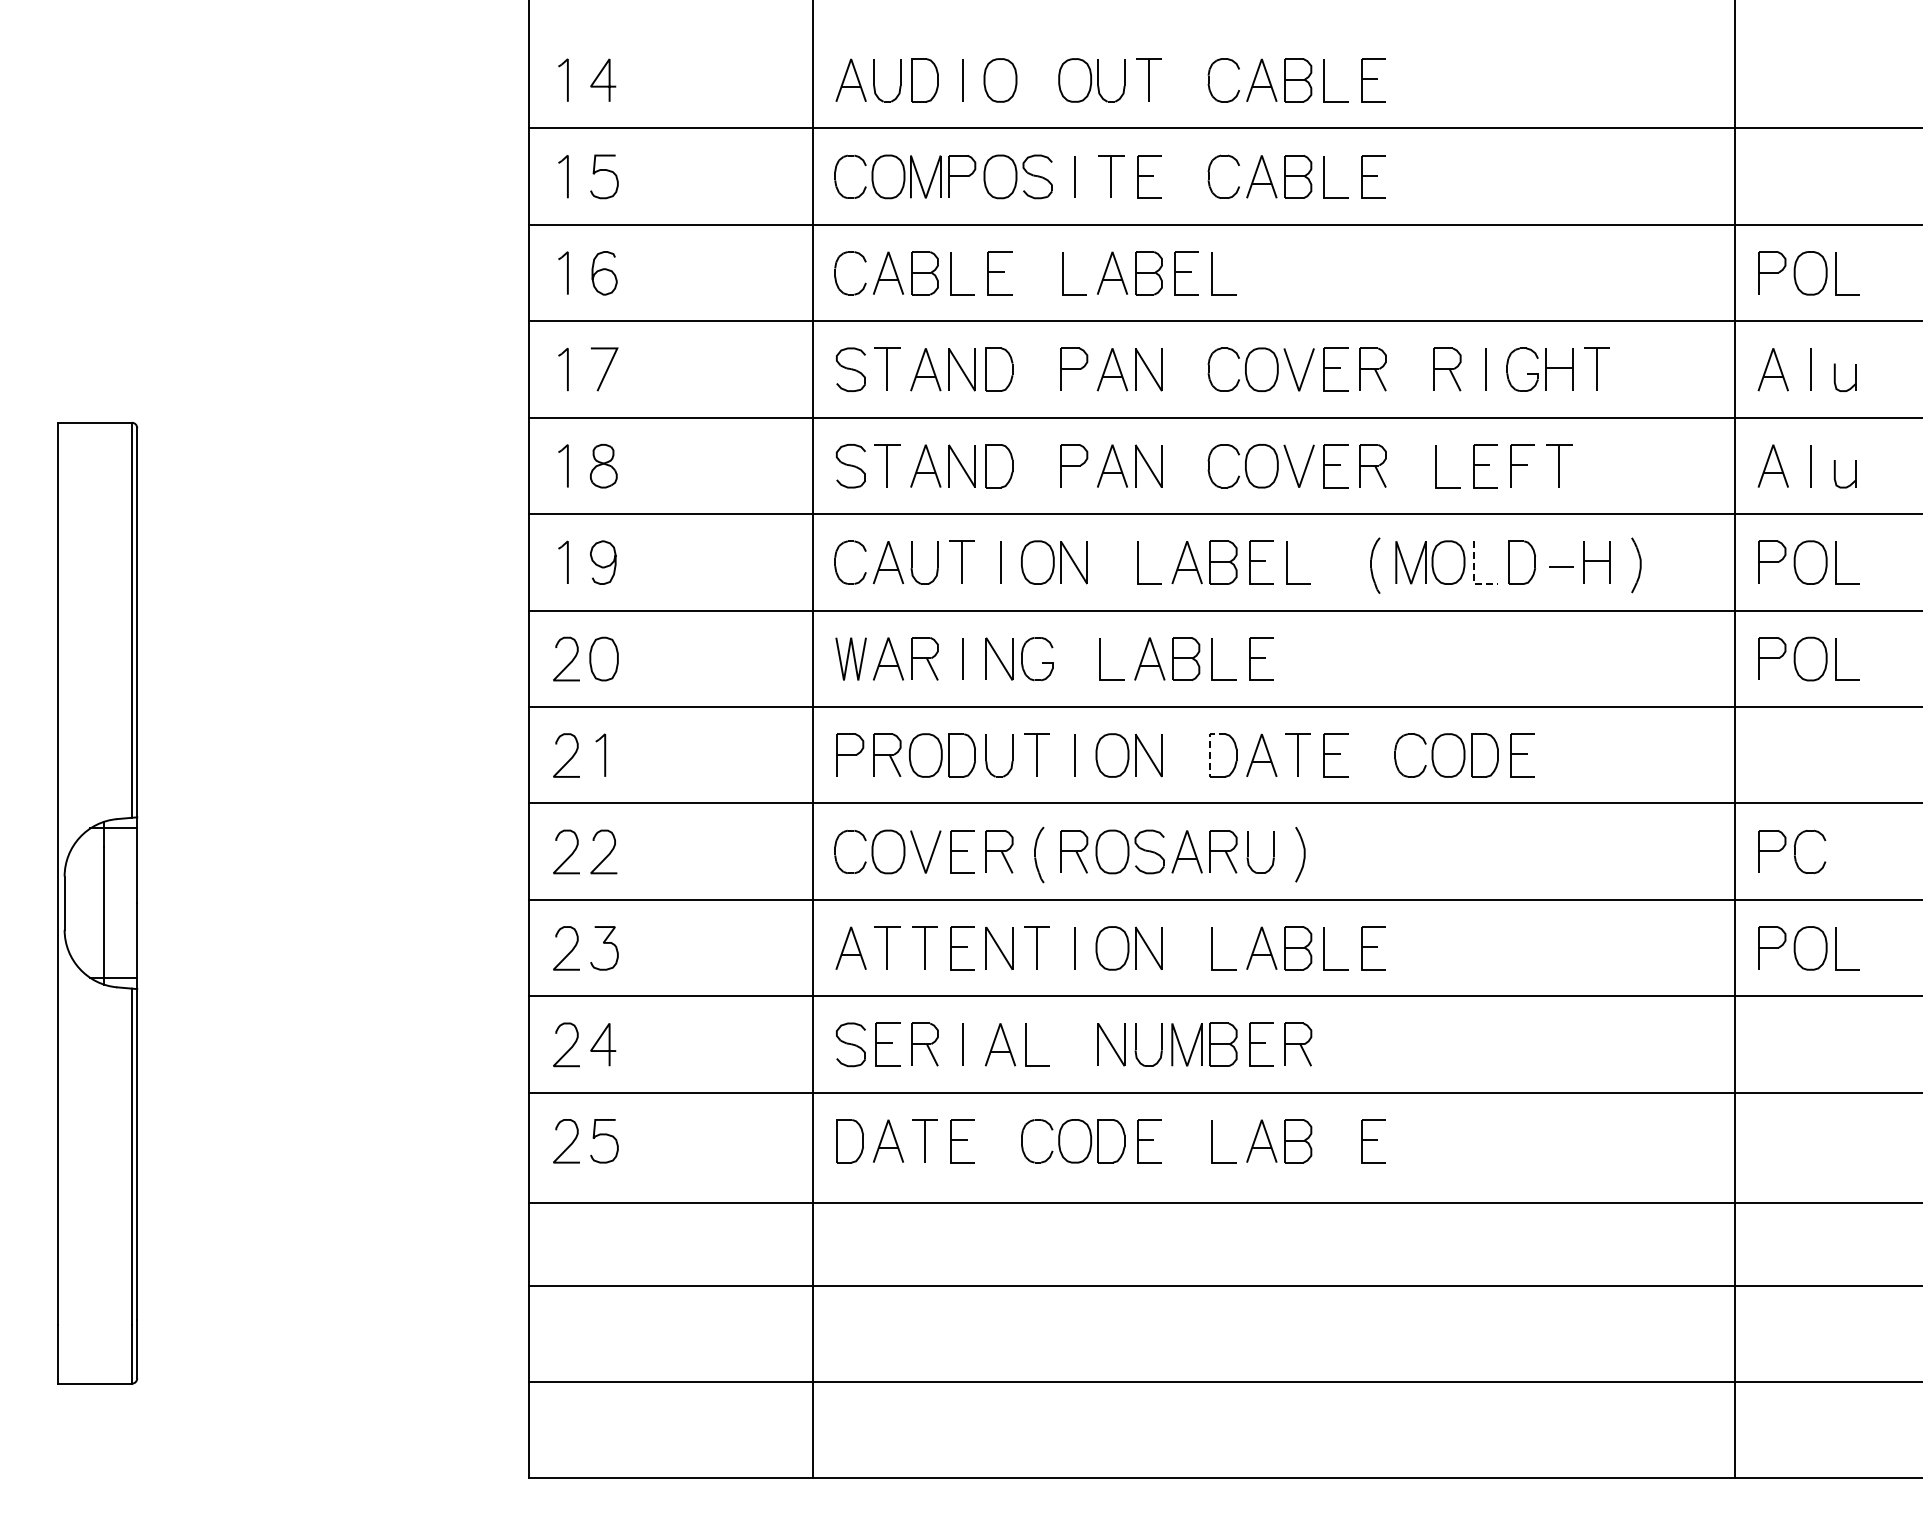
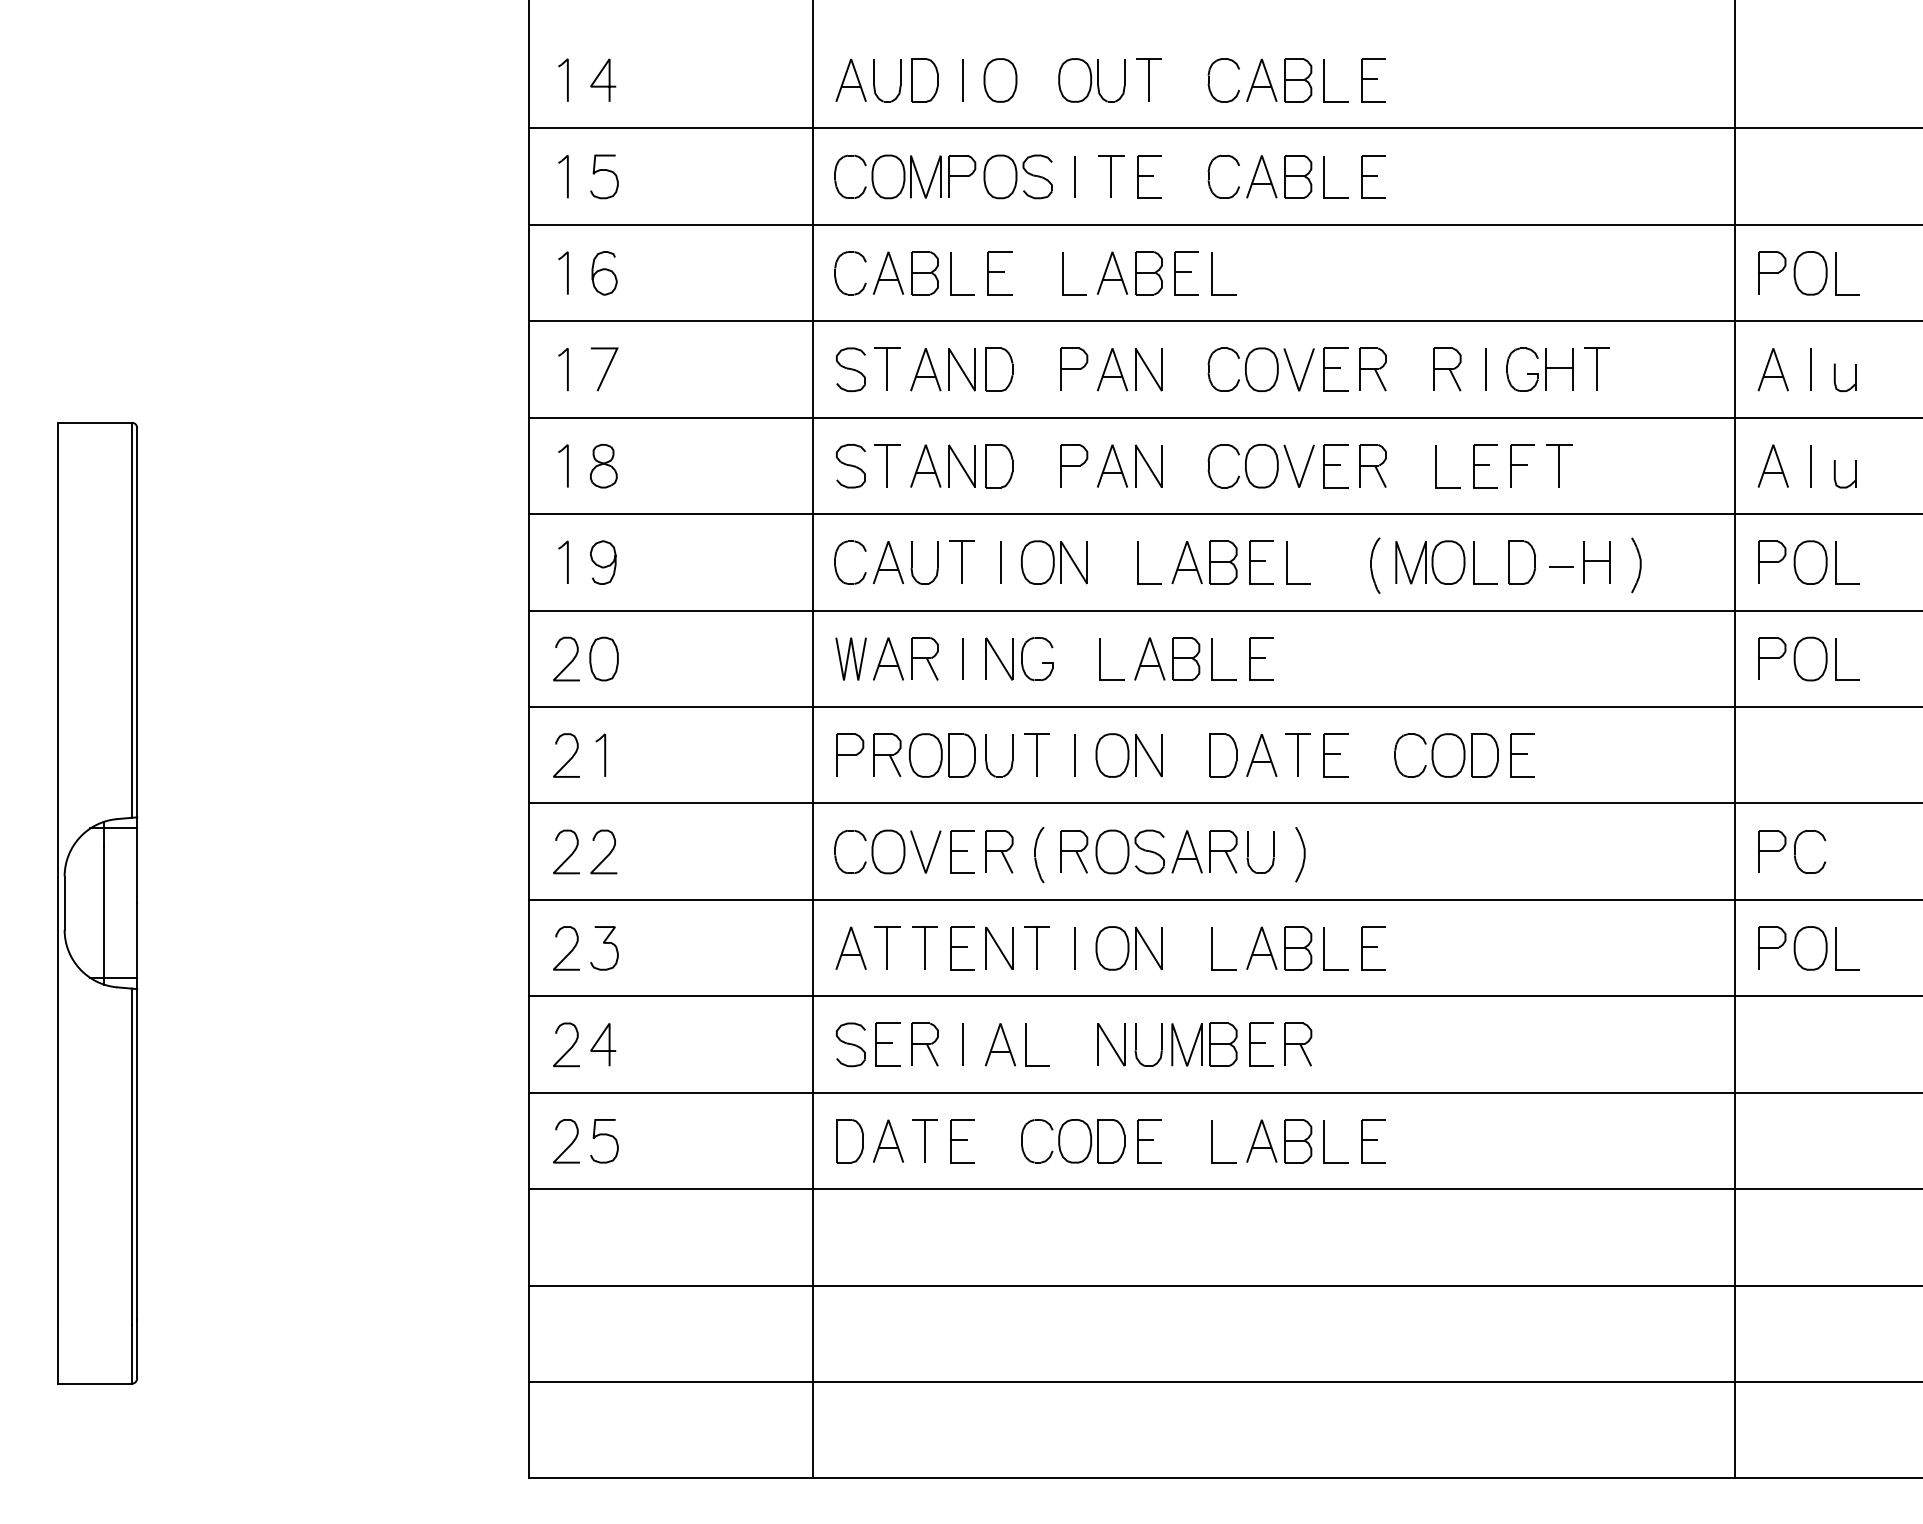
line at (1473, 576): dashed -> solid
line at (1210, 747): dashed -> solid
line at (1324, 1141): none -> present
line at (1223, 1203) position: (1223, 1203) -> (1223, 1189)
